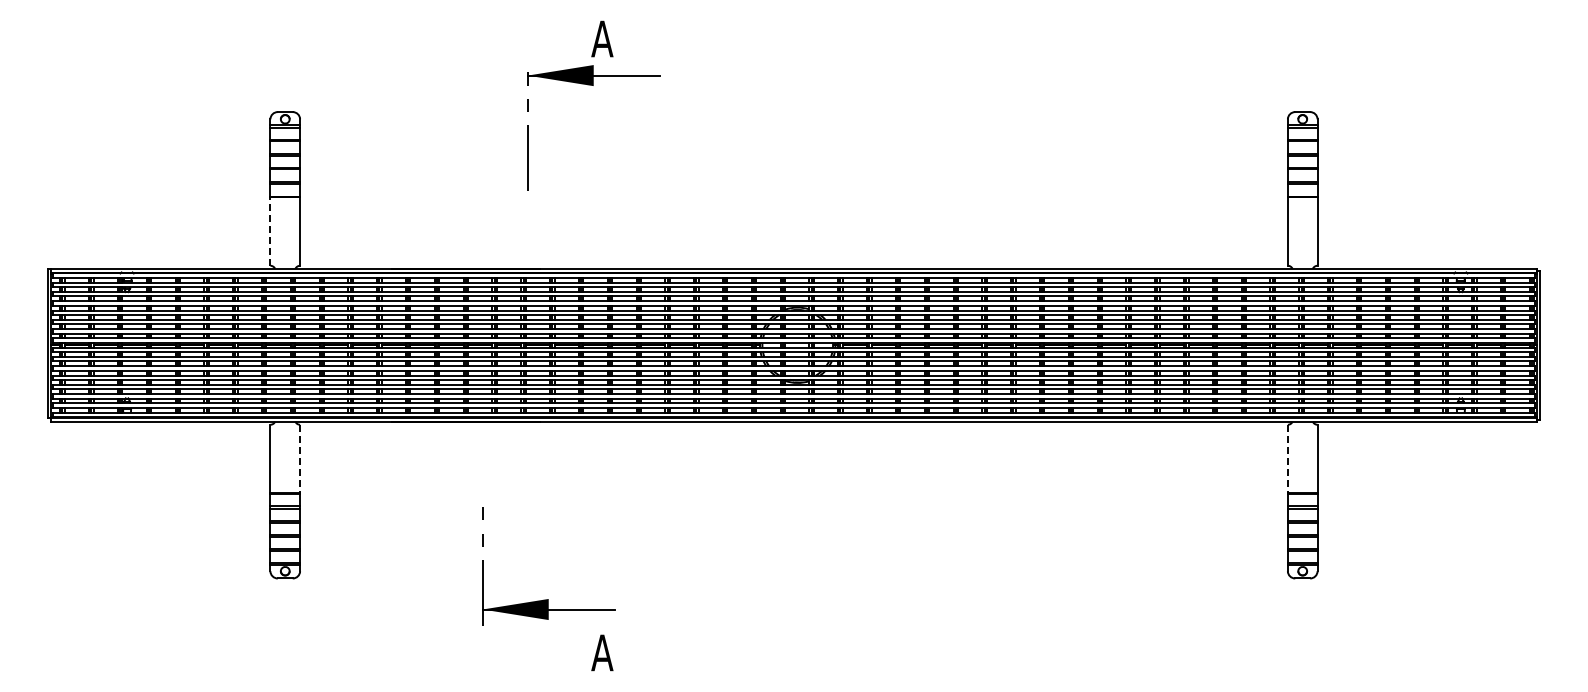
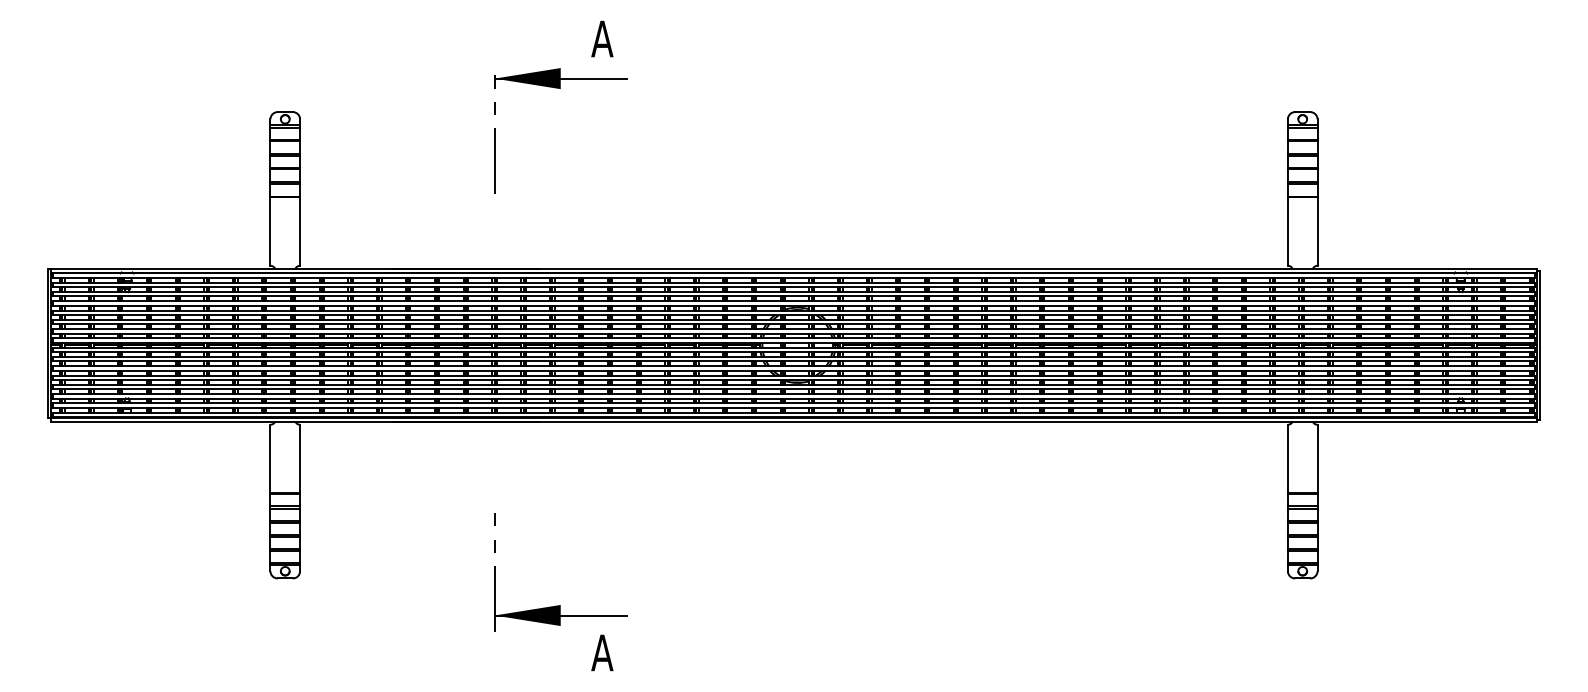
part at (593, 85) position: (593, 85) -> (560, 88)
line at (270, 231): dashed -> solid
line at (300, 459): dashed -> solid
line at (1287, 459): dashed -> solid
part at (548, 599) position: (548, 599) -> (560, 605)
